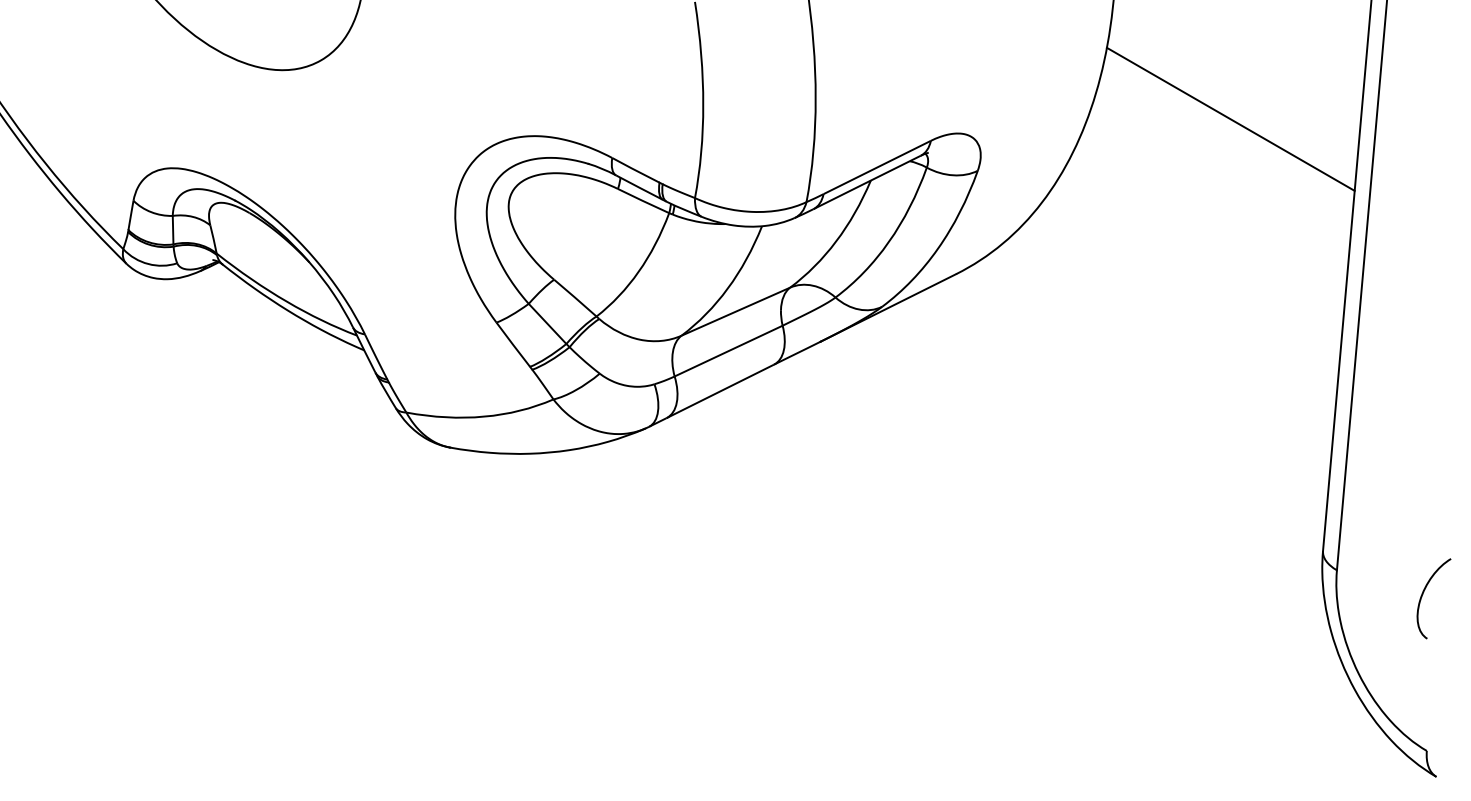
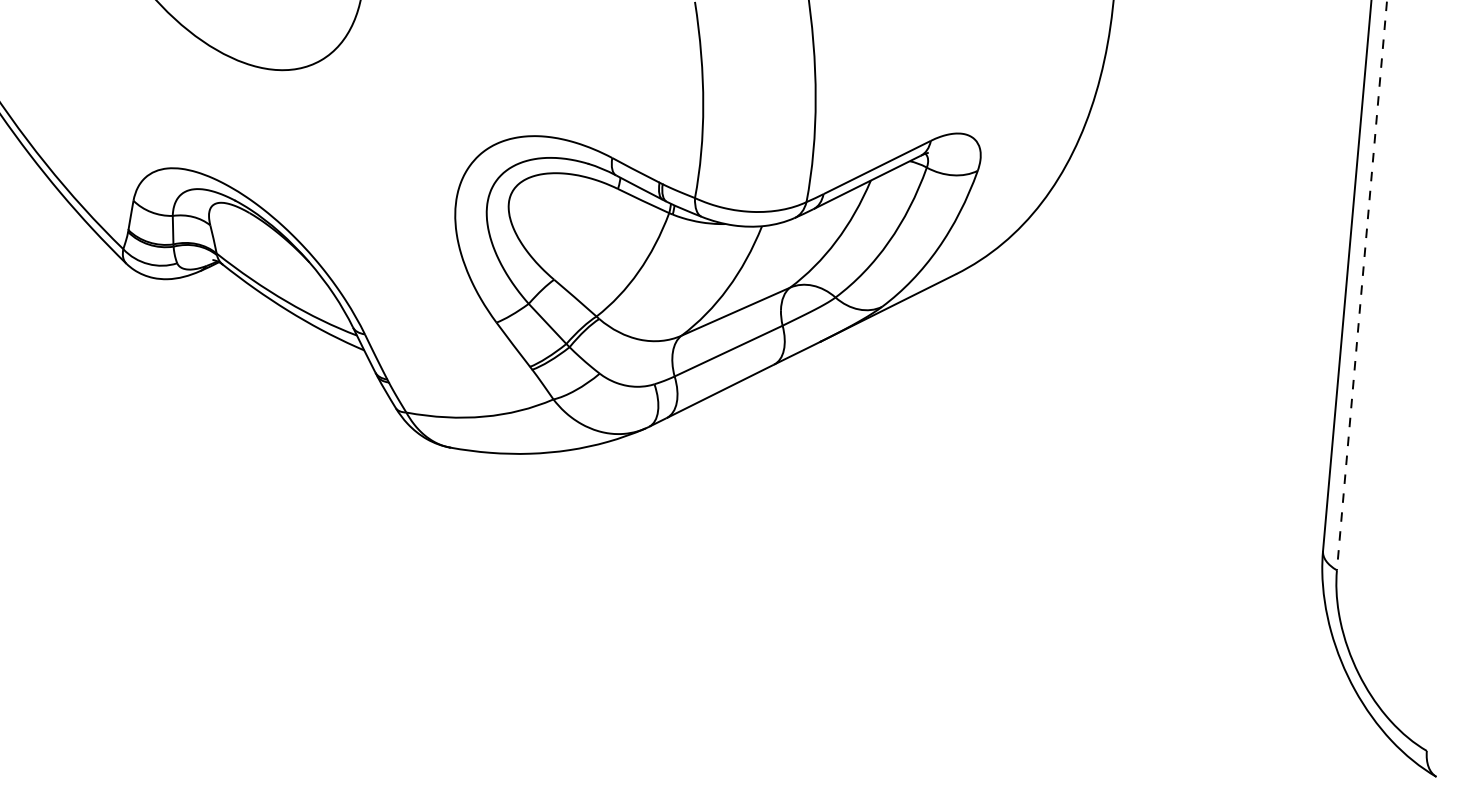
line at (1230, 118): present -> none
line at (1361, 285): solid -> dashed
curve at (1423, 594): present -> none
